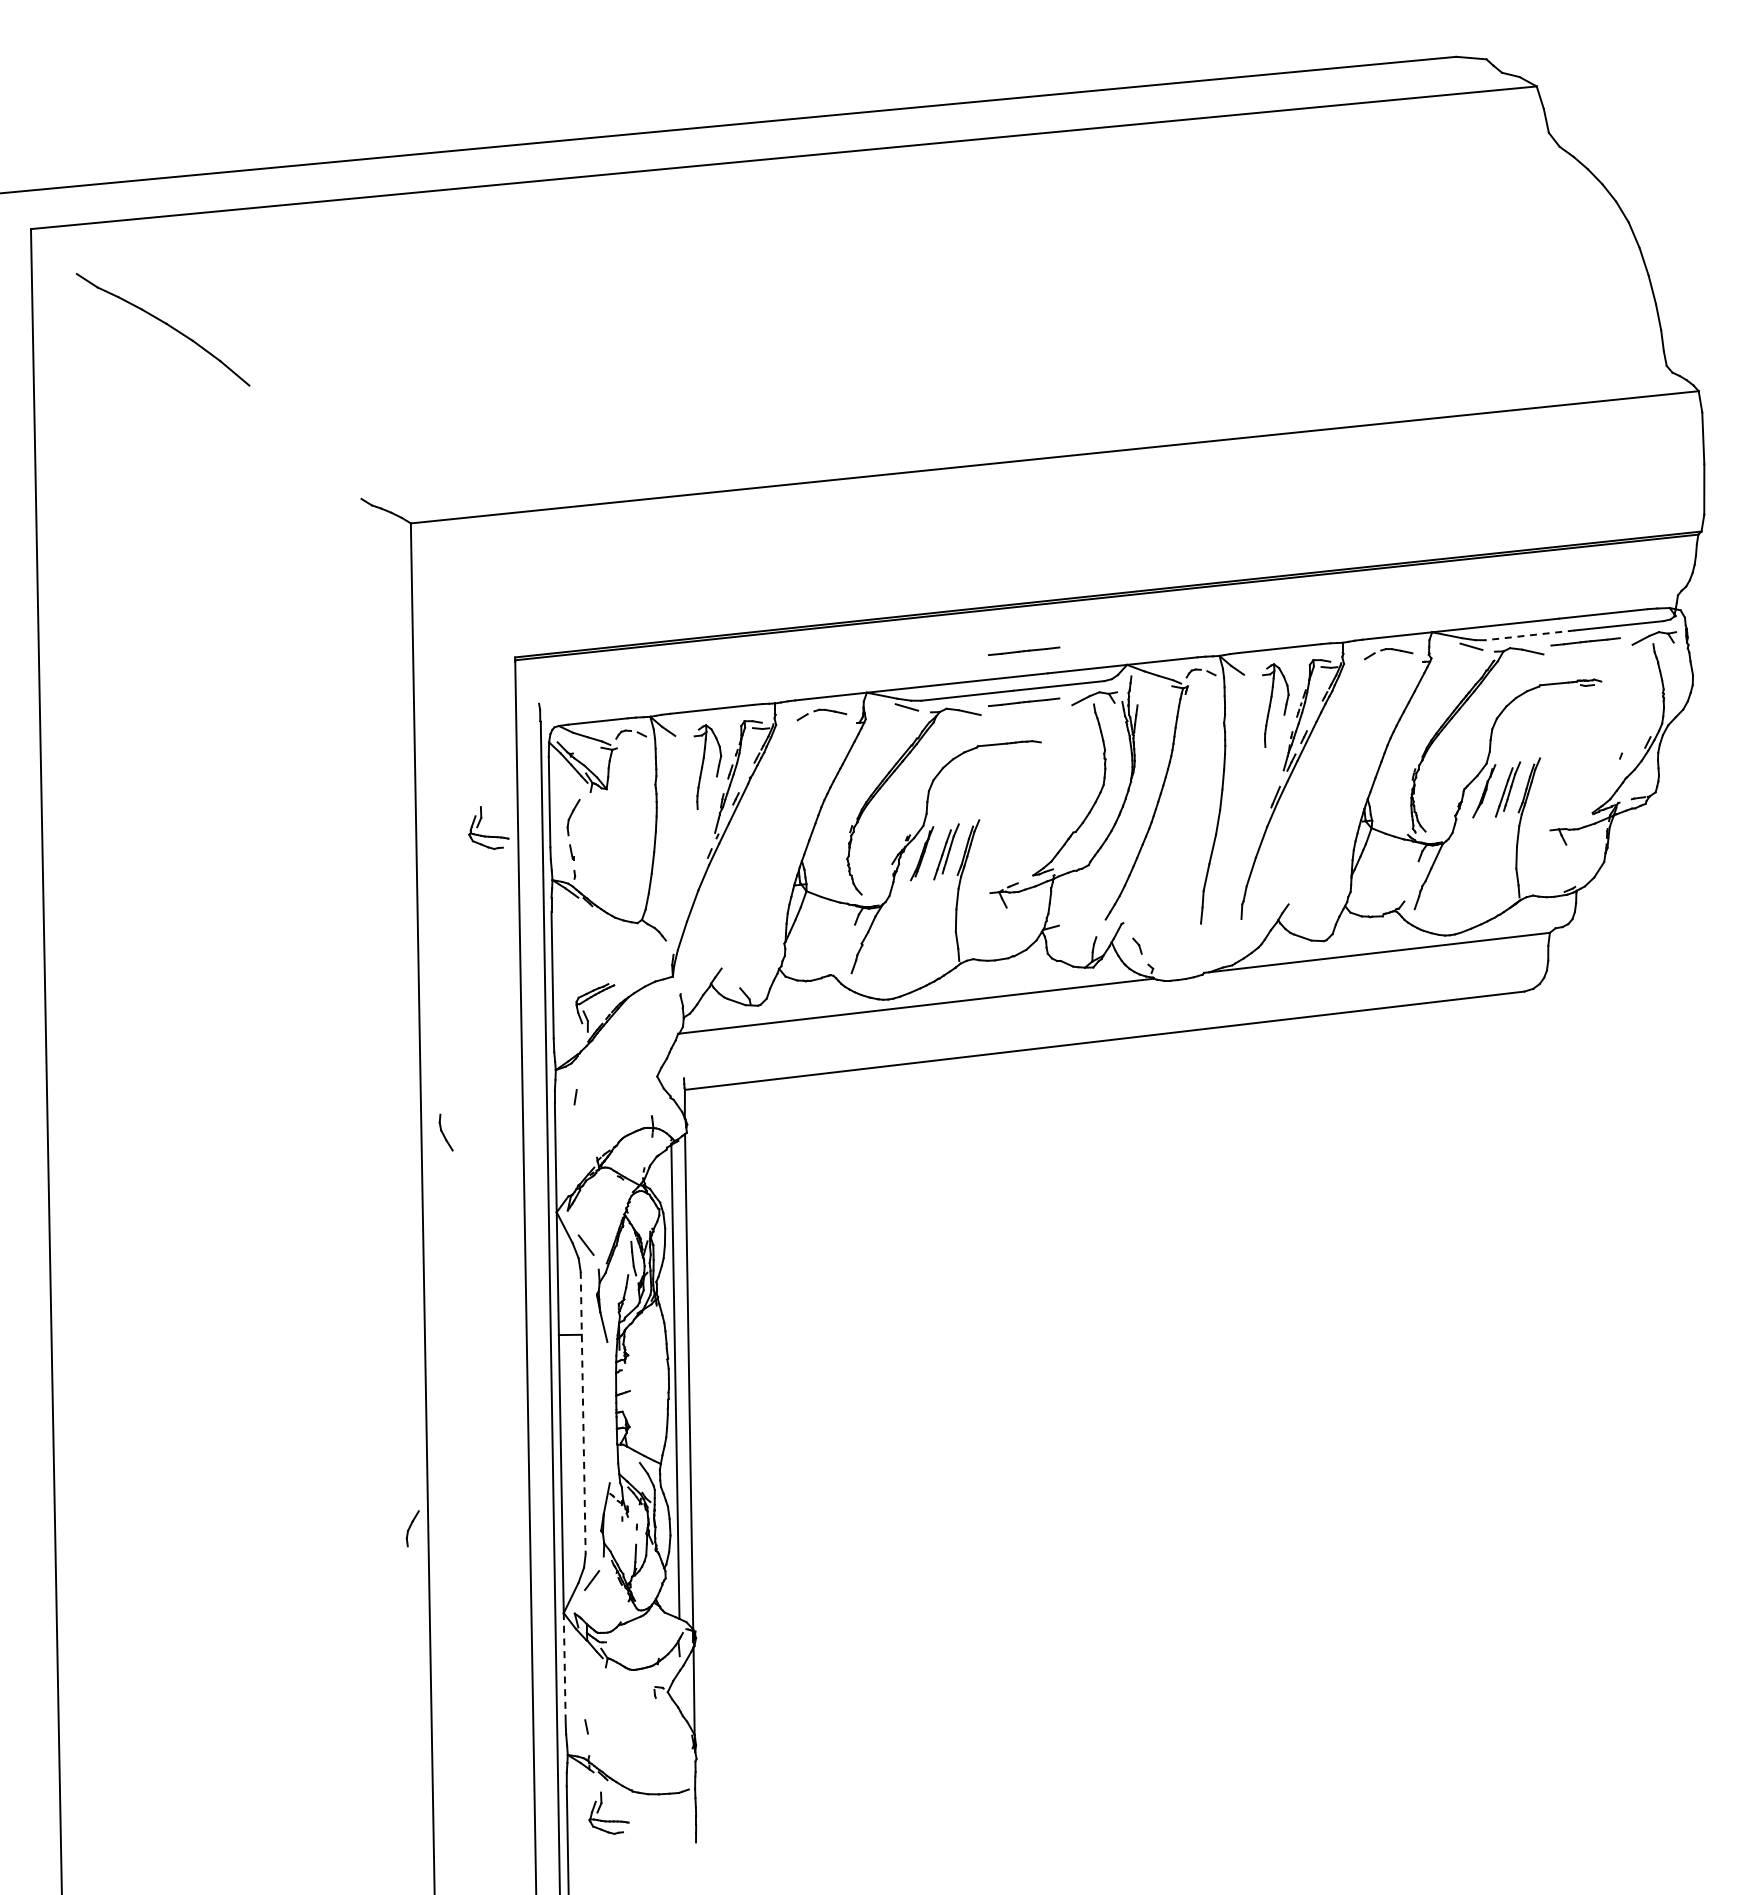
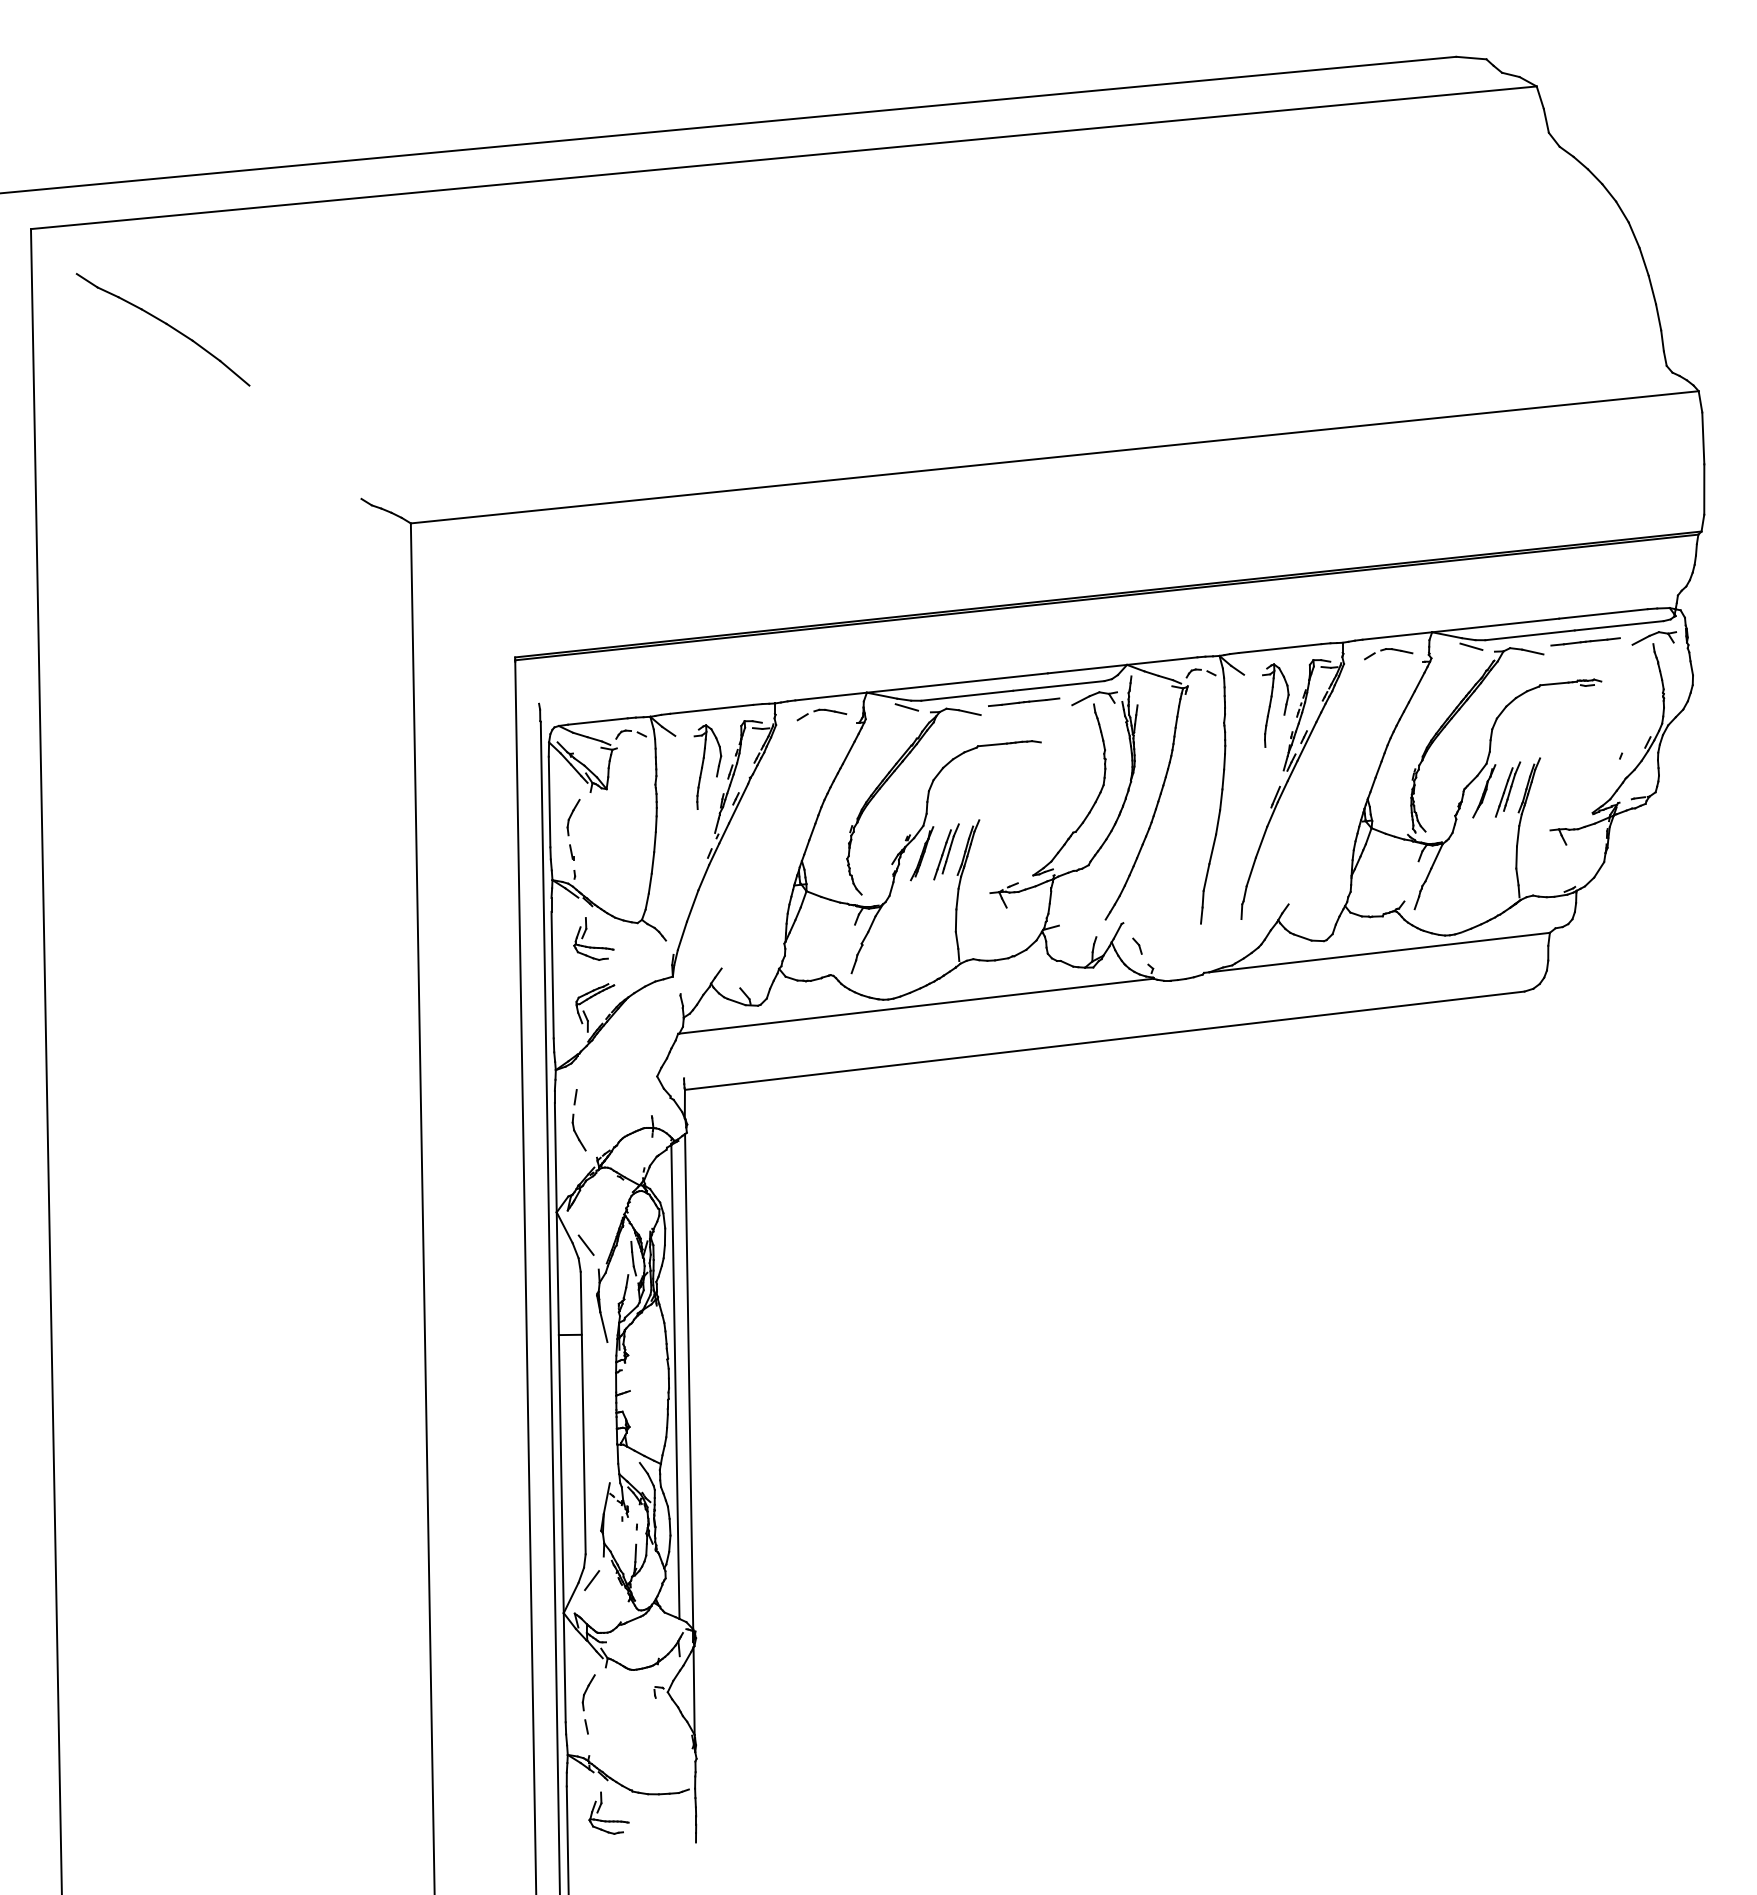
line at (1530, 635): dashed -> solid
line at (1024, 650): present -> none
part at (488, 835) position: (488, 835) -> (593, 946)
part at (445, 1132) position: (445, 1132) -> (578, 1132)
line at (583, 1413): dashed -> solid
part at (412, 1528) position: (412, 1528) -> (588, 1692)
line at (564, 1667): dashed -> solid
